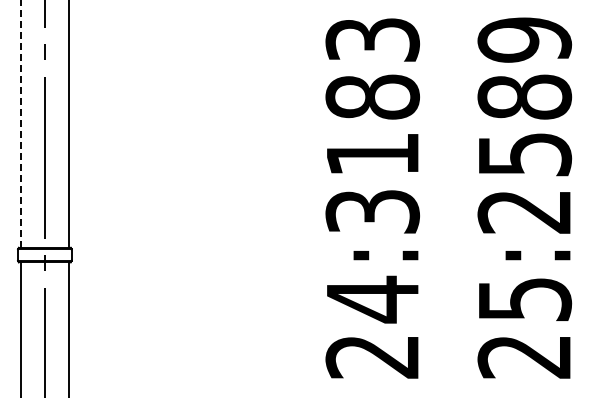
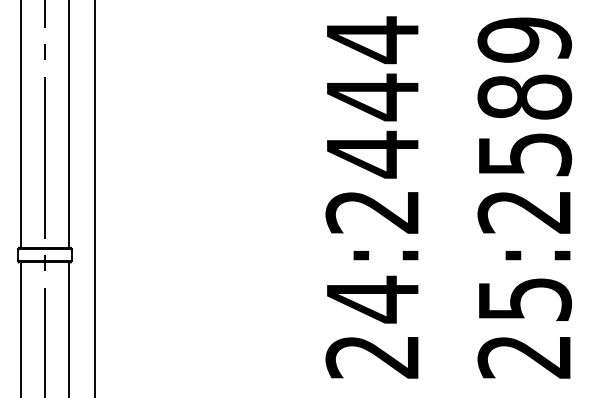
line at (20, 123): dashed -> solid
text at (372, 124): 24:3183 -> 24:2444
line at (95, 198): none -> present
